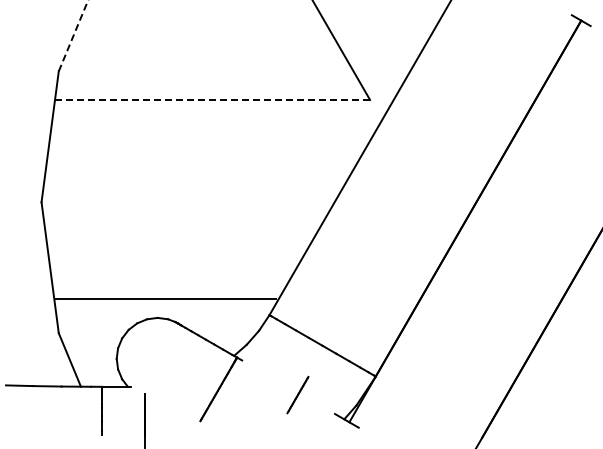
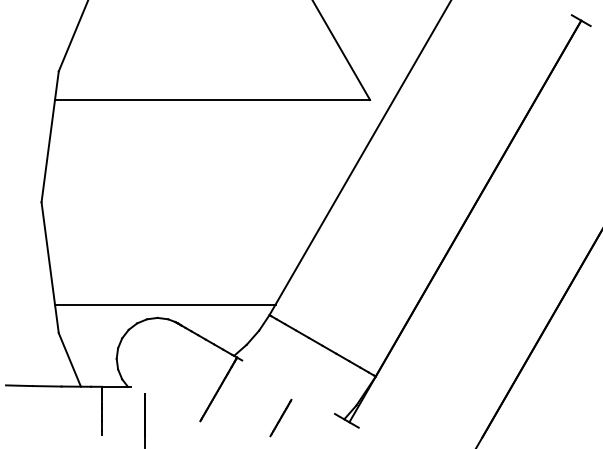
line at (73, 35): dashed -> solid
line at (212, 99): dashed -> solid
line at (165, 298) position: (165, 298) -> (165, 304)
line at (297, 394) position: (297, 394) -> (280, 417)
